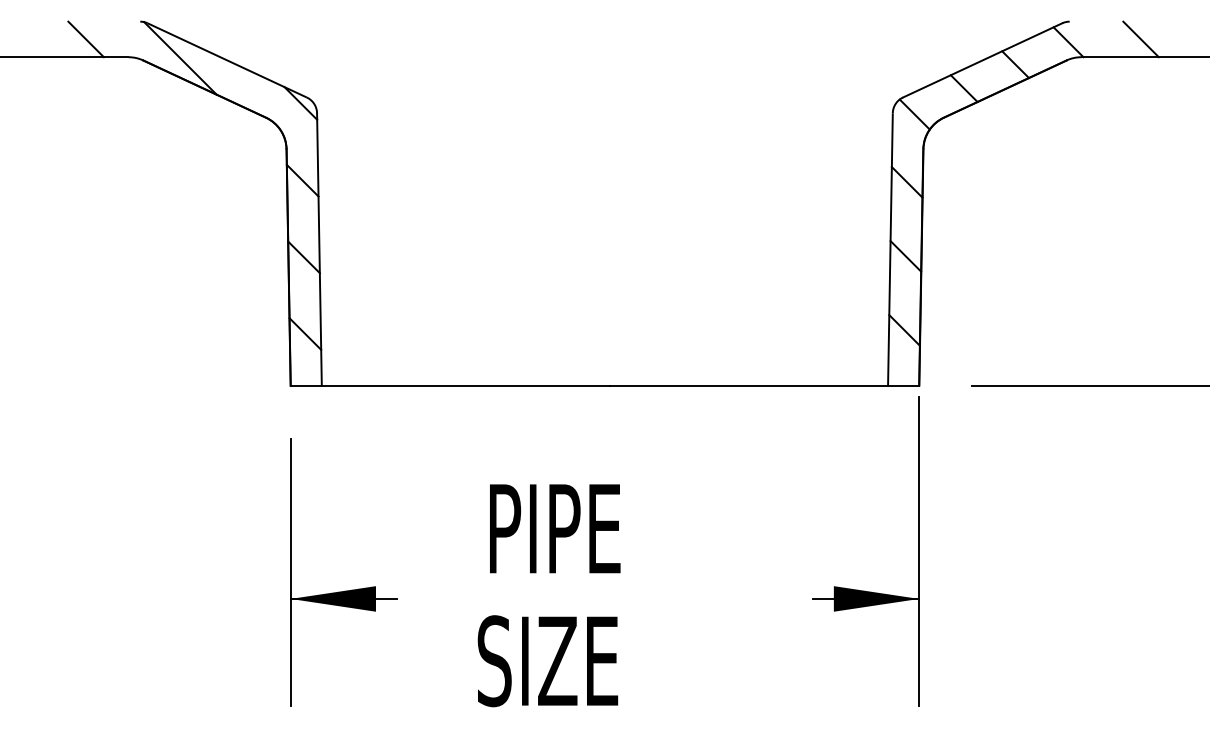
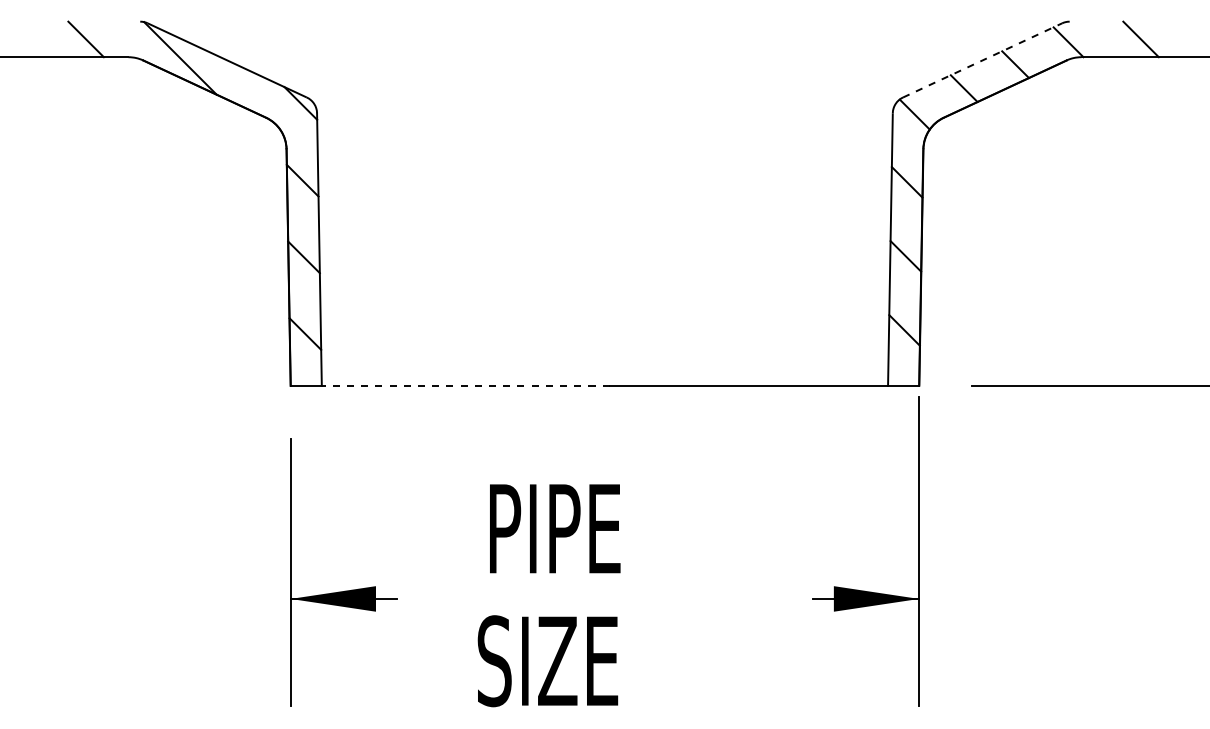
line at (982, 60): solid -> dashed
line at (465, 385): solid -> dashed
